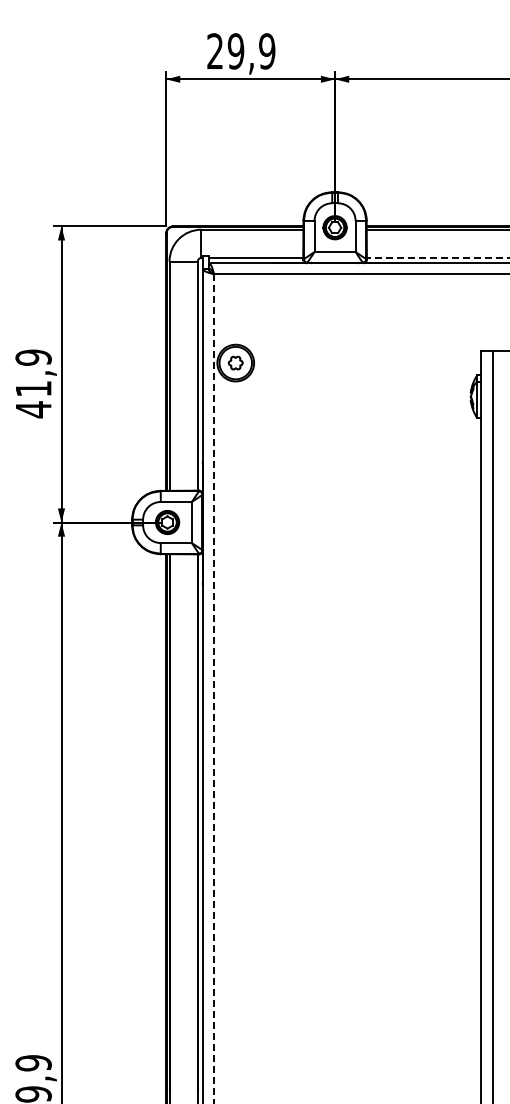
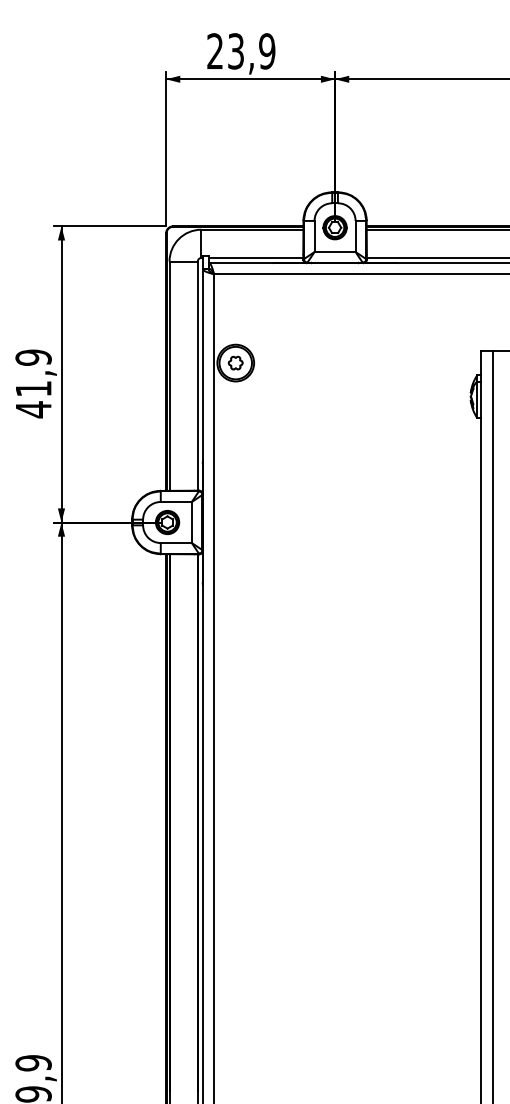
text at (235, 51): 29,9 -> 23,9
line at (437, 258): dashed -> solid
line at (214, 689): dashed -> solid
